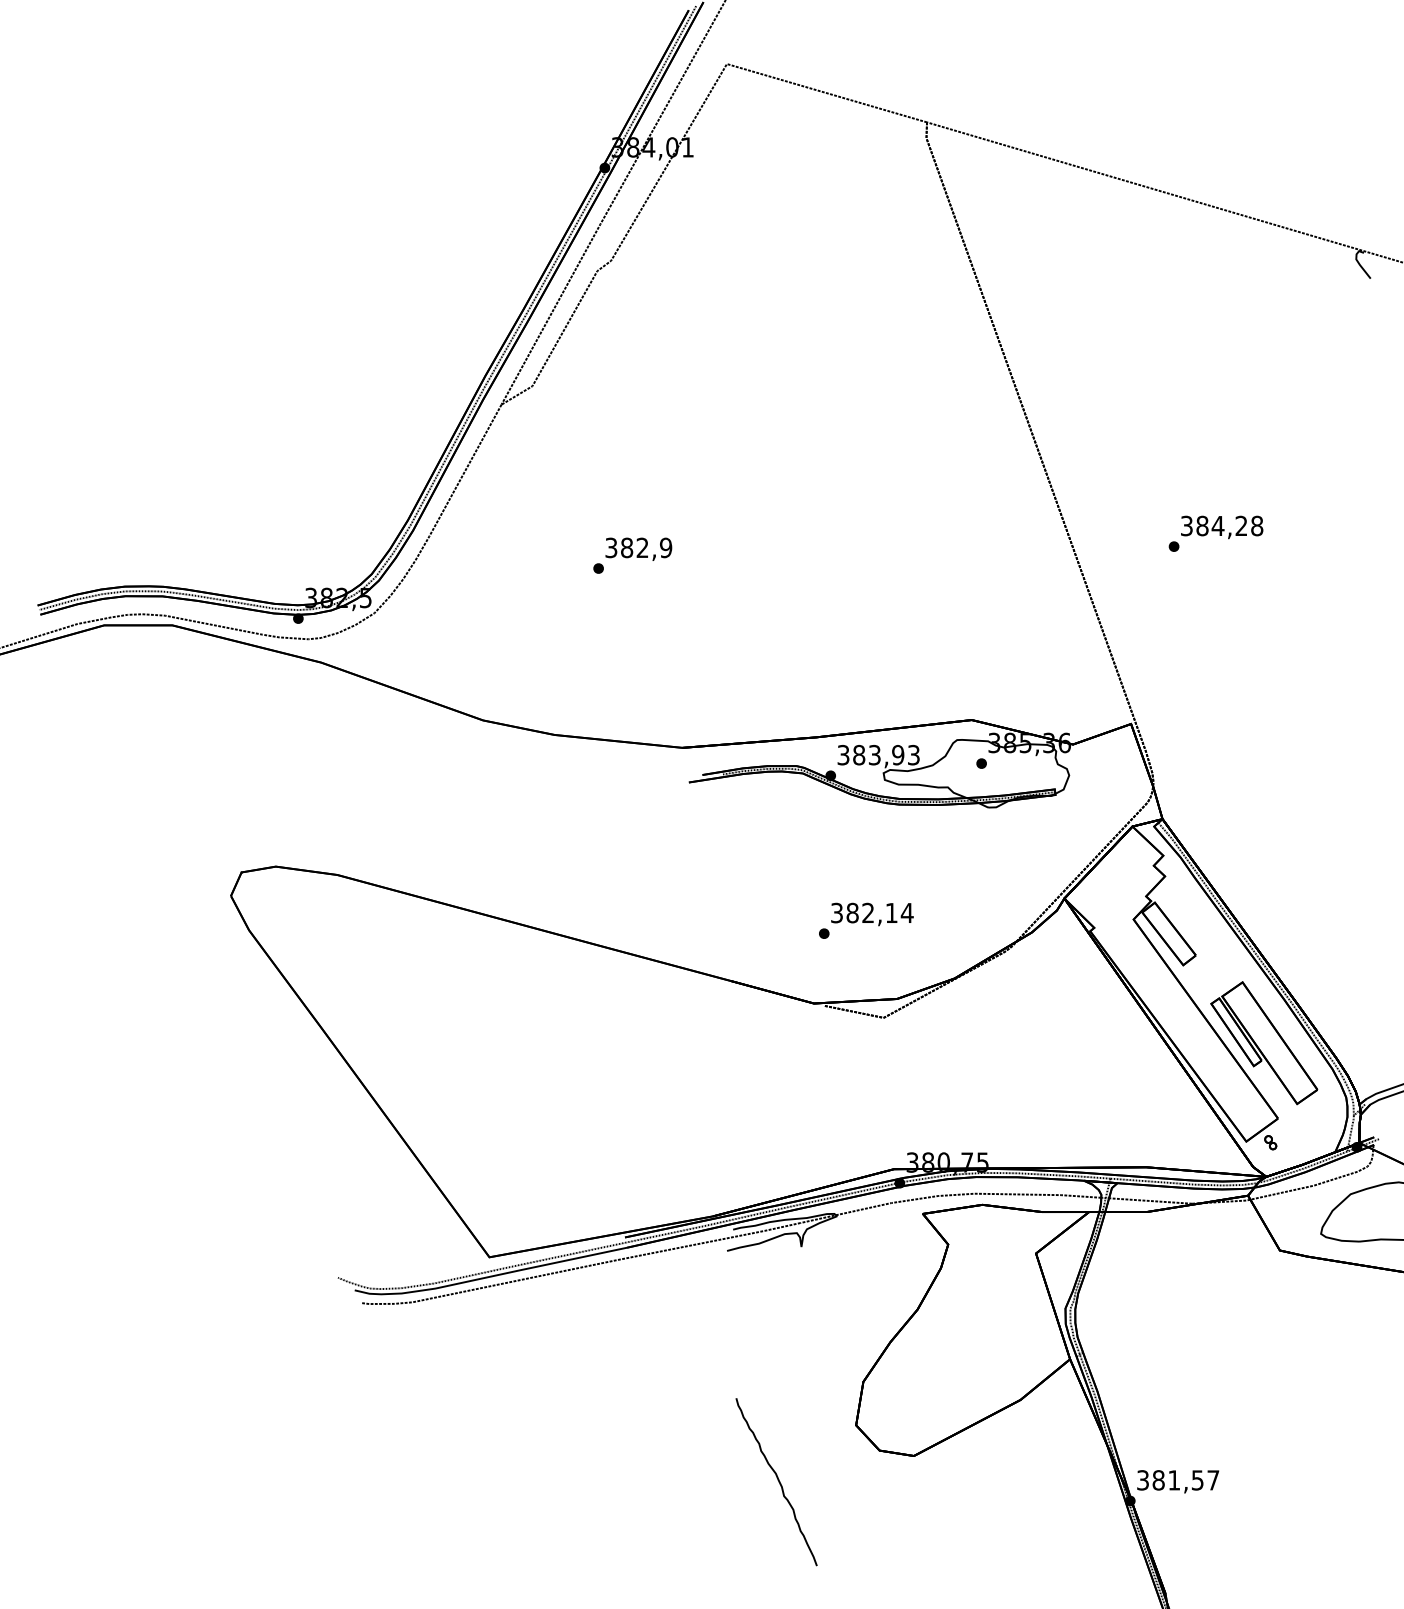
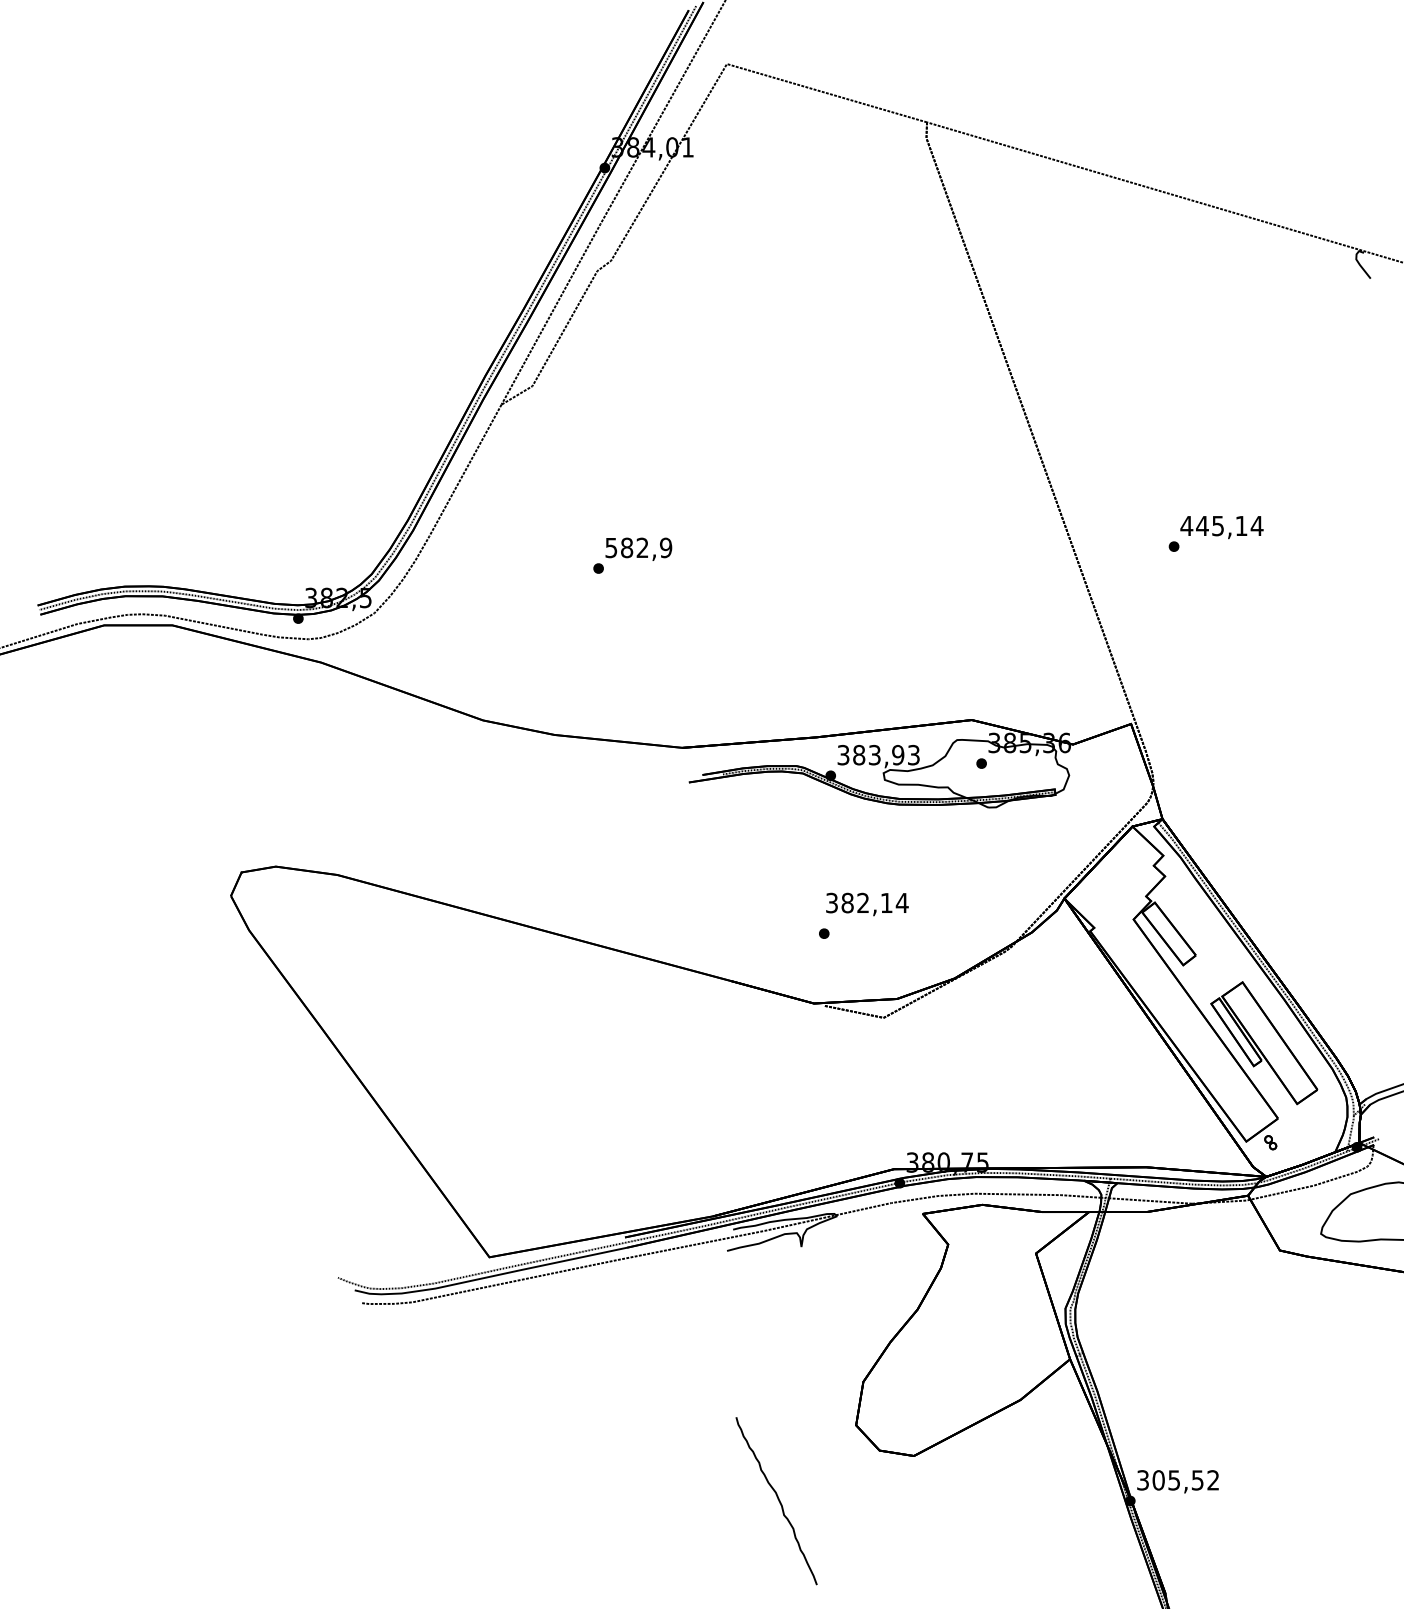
text at (1221, 525): 384,28 -> 445,14
text at (611, 547): 382,9 -> 582,9
text at (872, 914) position: (872, 914) -> (867, 904)
text at (1185, 1480): 381,57 -> 305,52
curve at (778, 1482) position: (778, 1482) -> (778, 1501)
